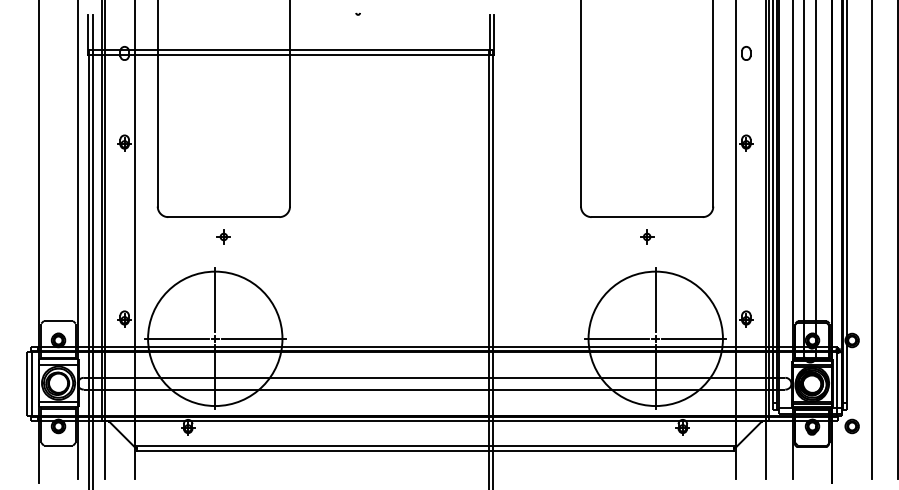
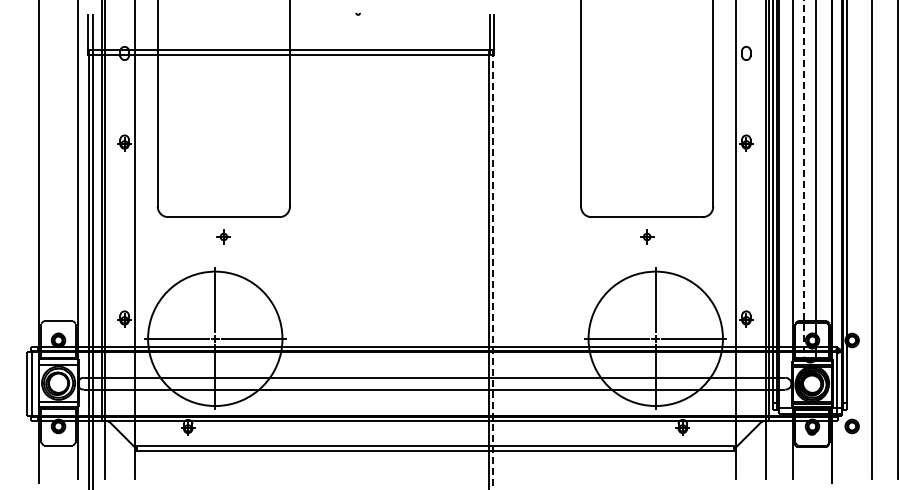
line at (804, 178): solid -> dashed
line at (493, 269): solid -> dashed
